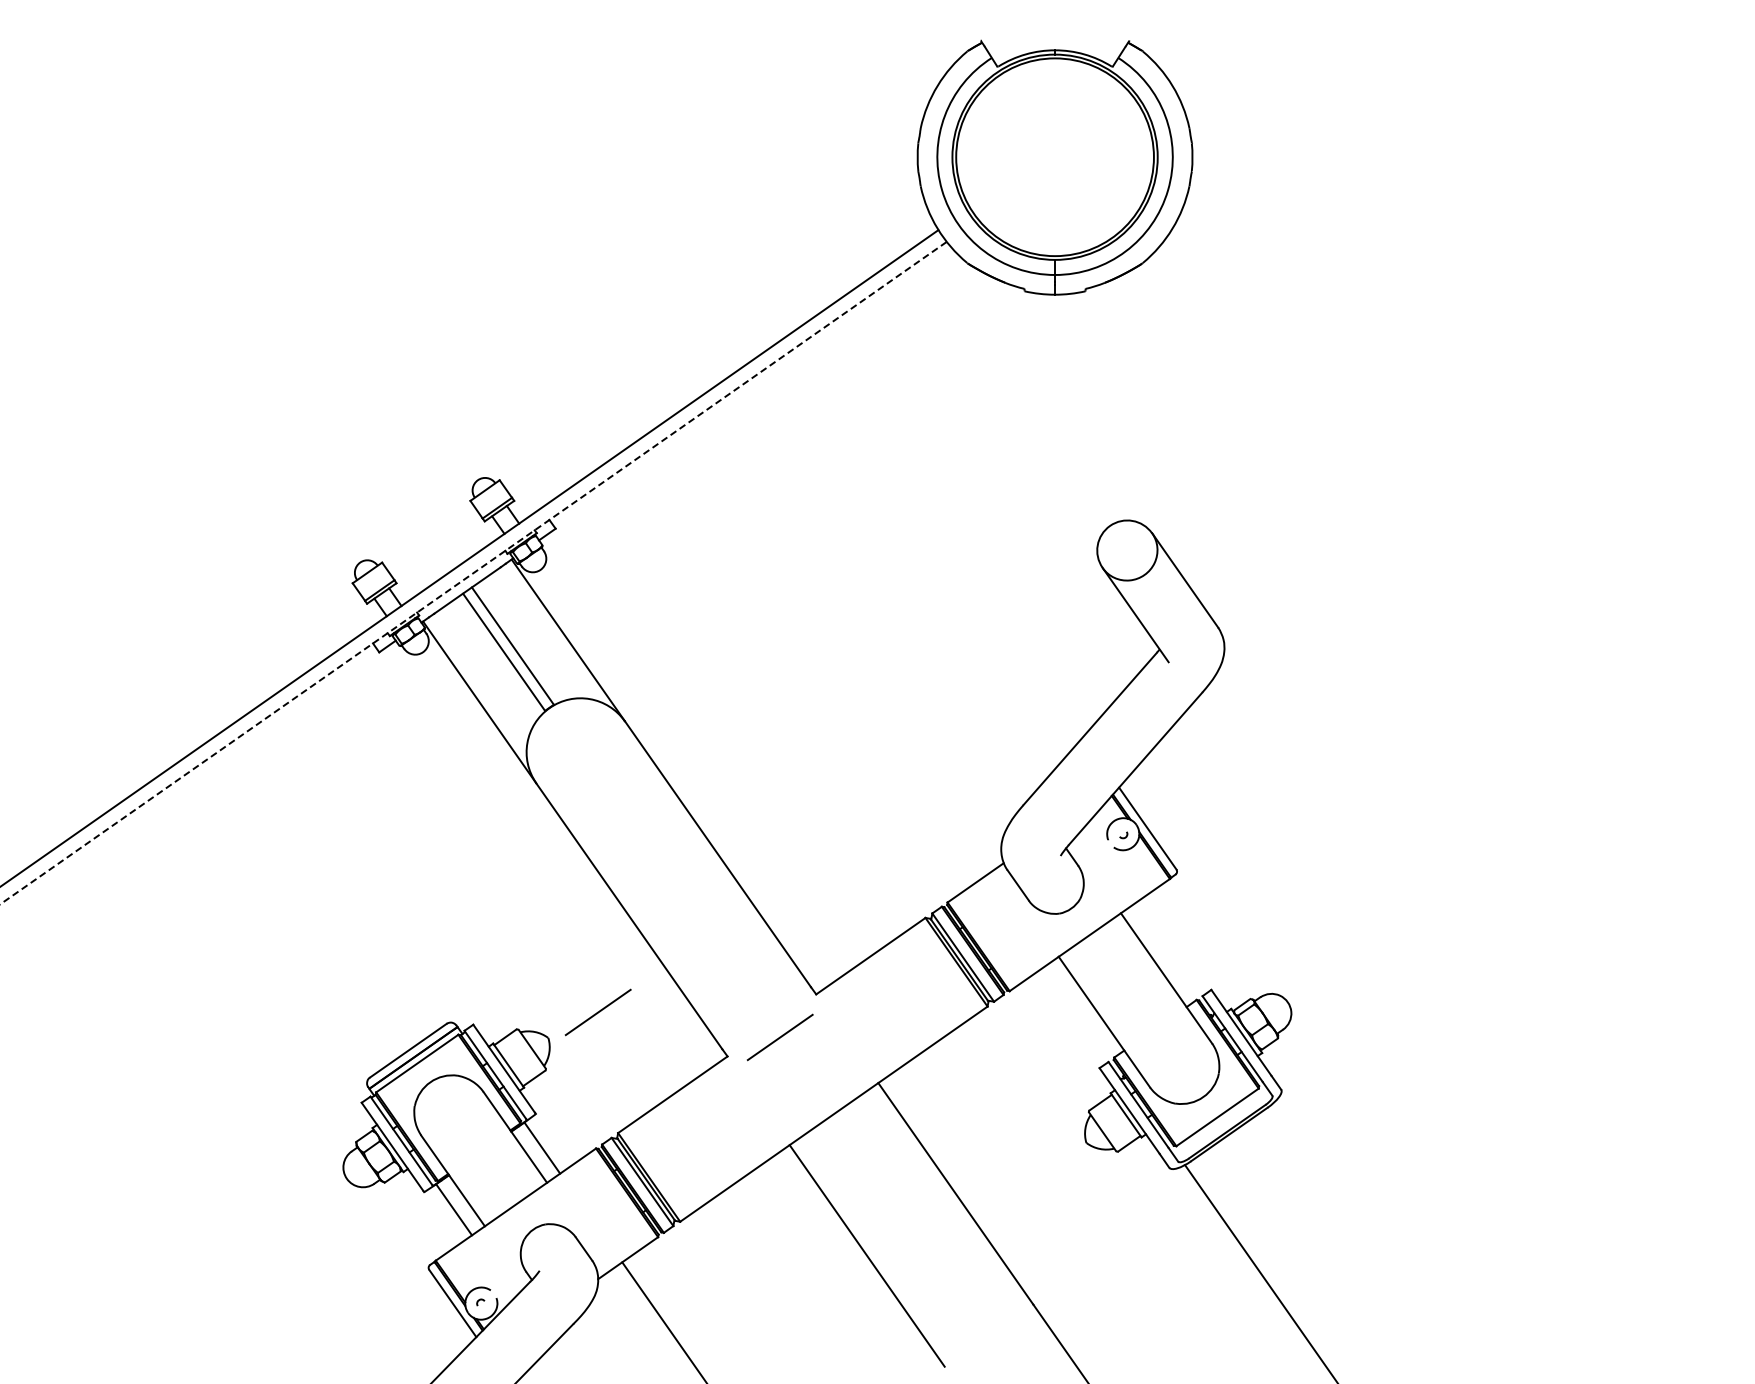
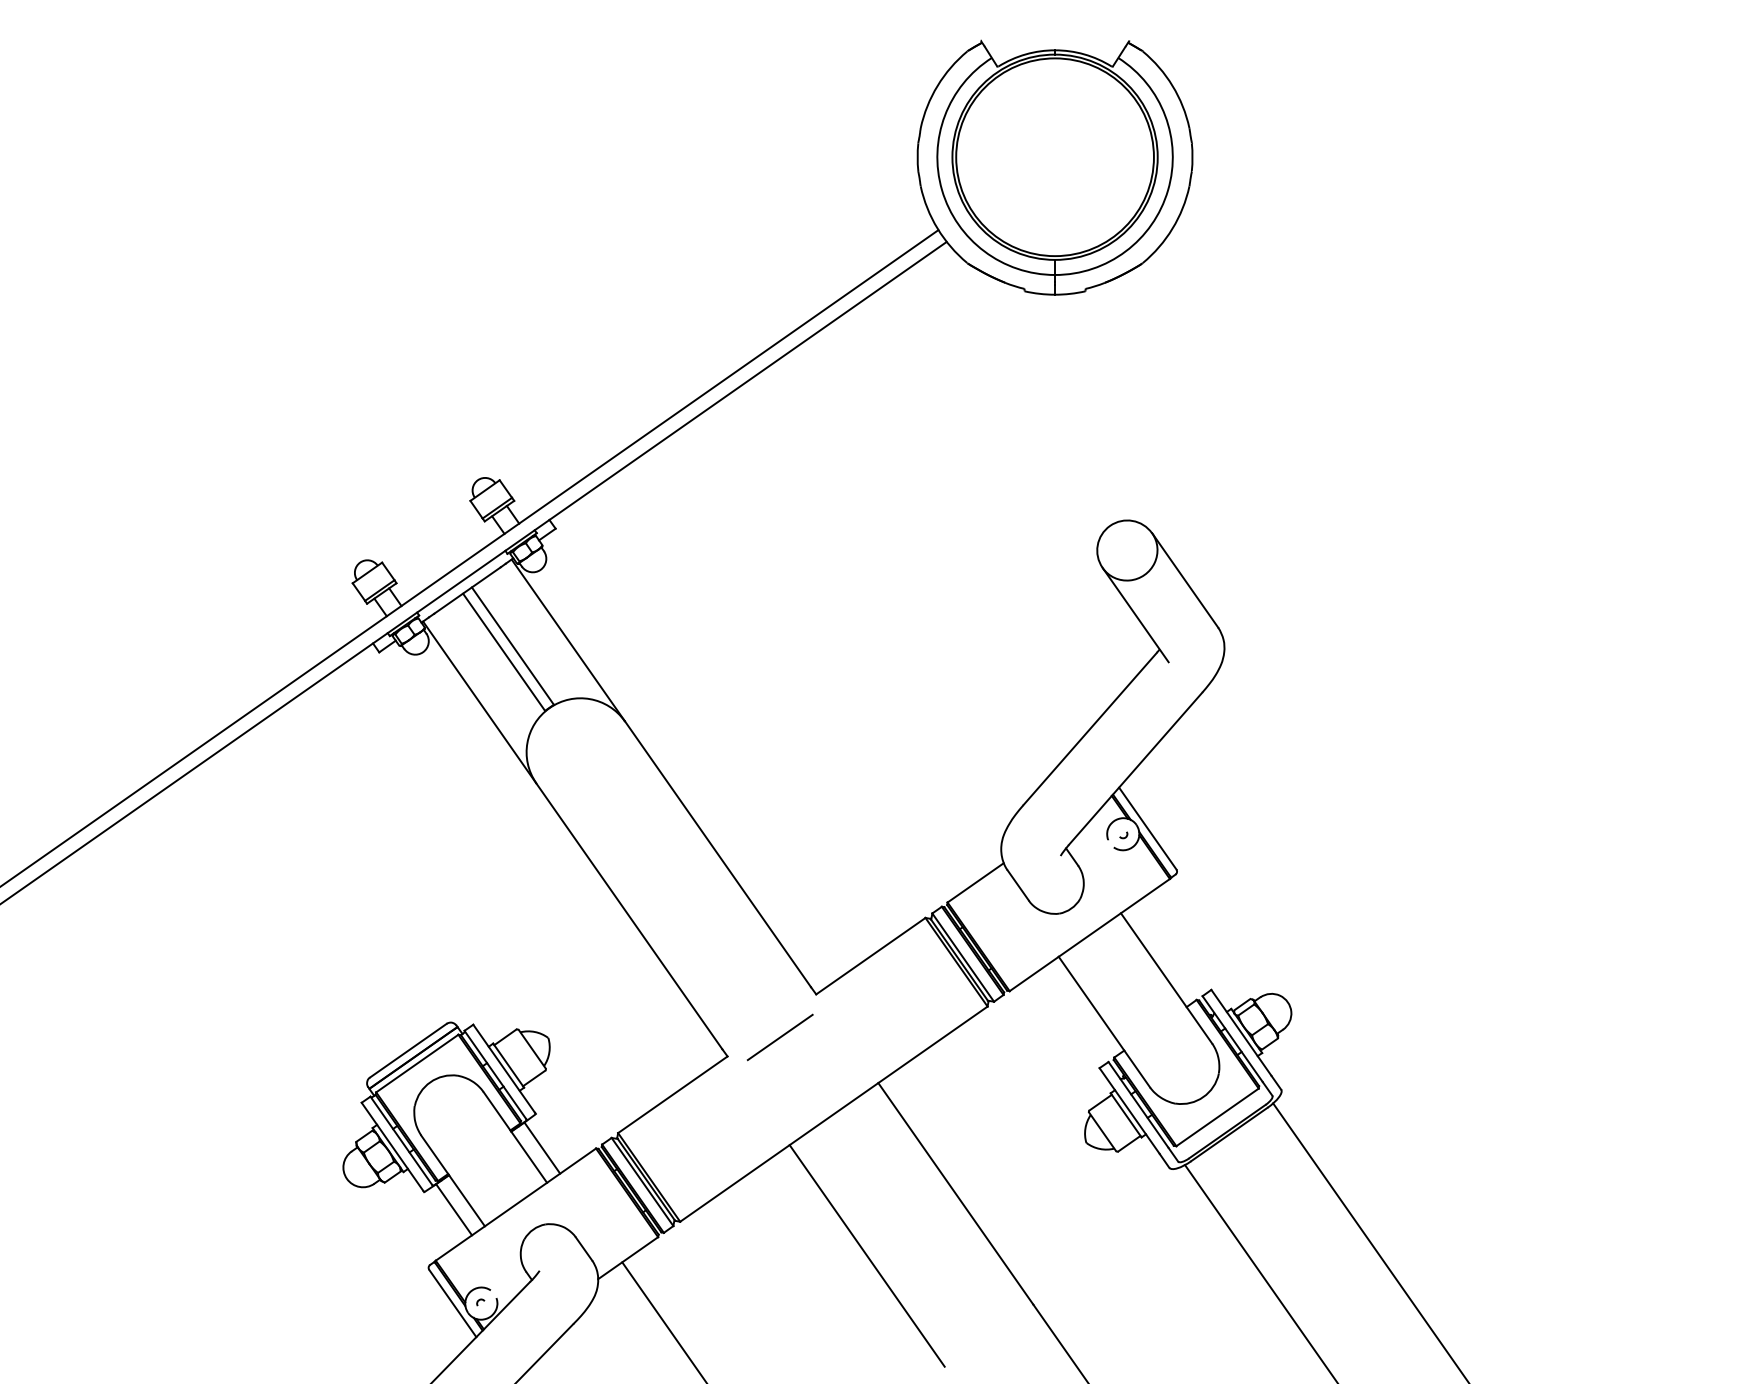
line at (473, 573): dashed -> solid
line at (597, 1012): present -> none
line at (1370, 1241): none -> present
